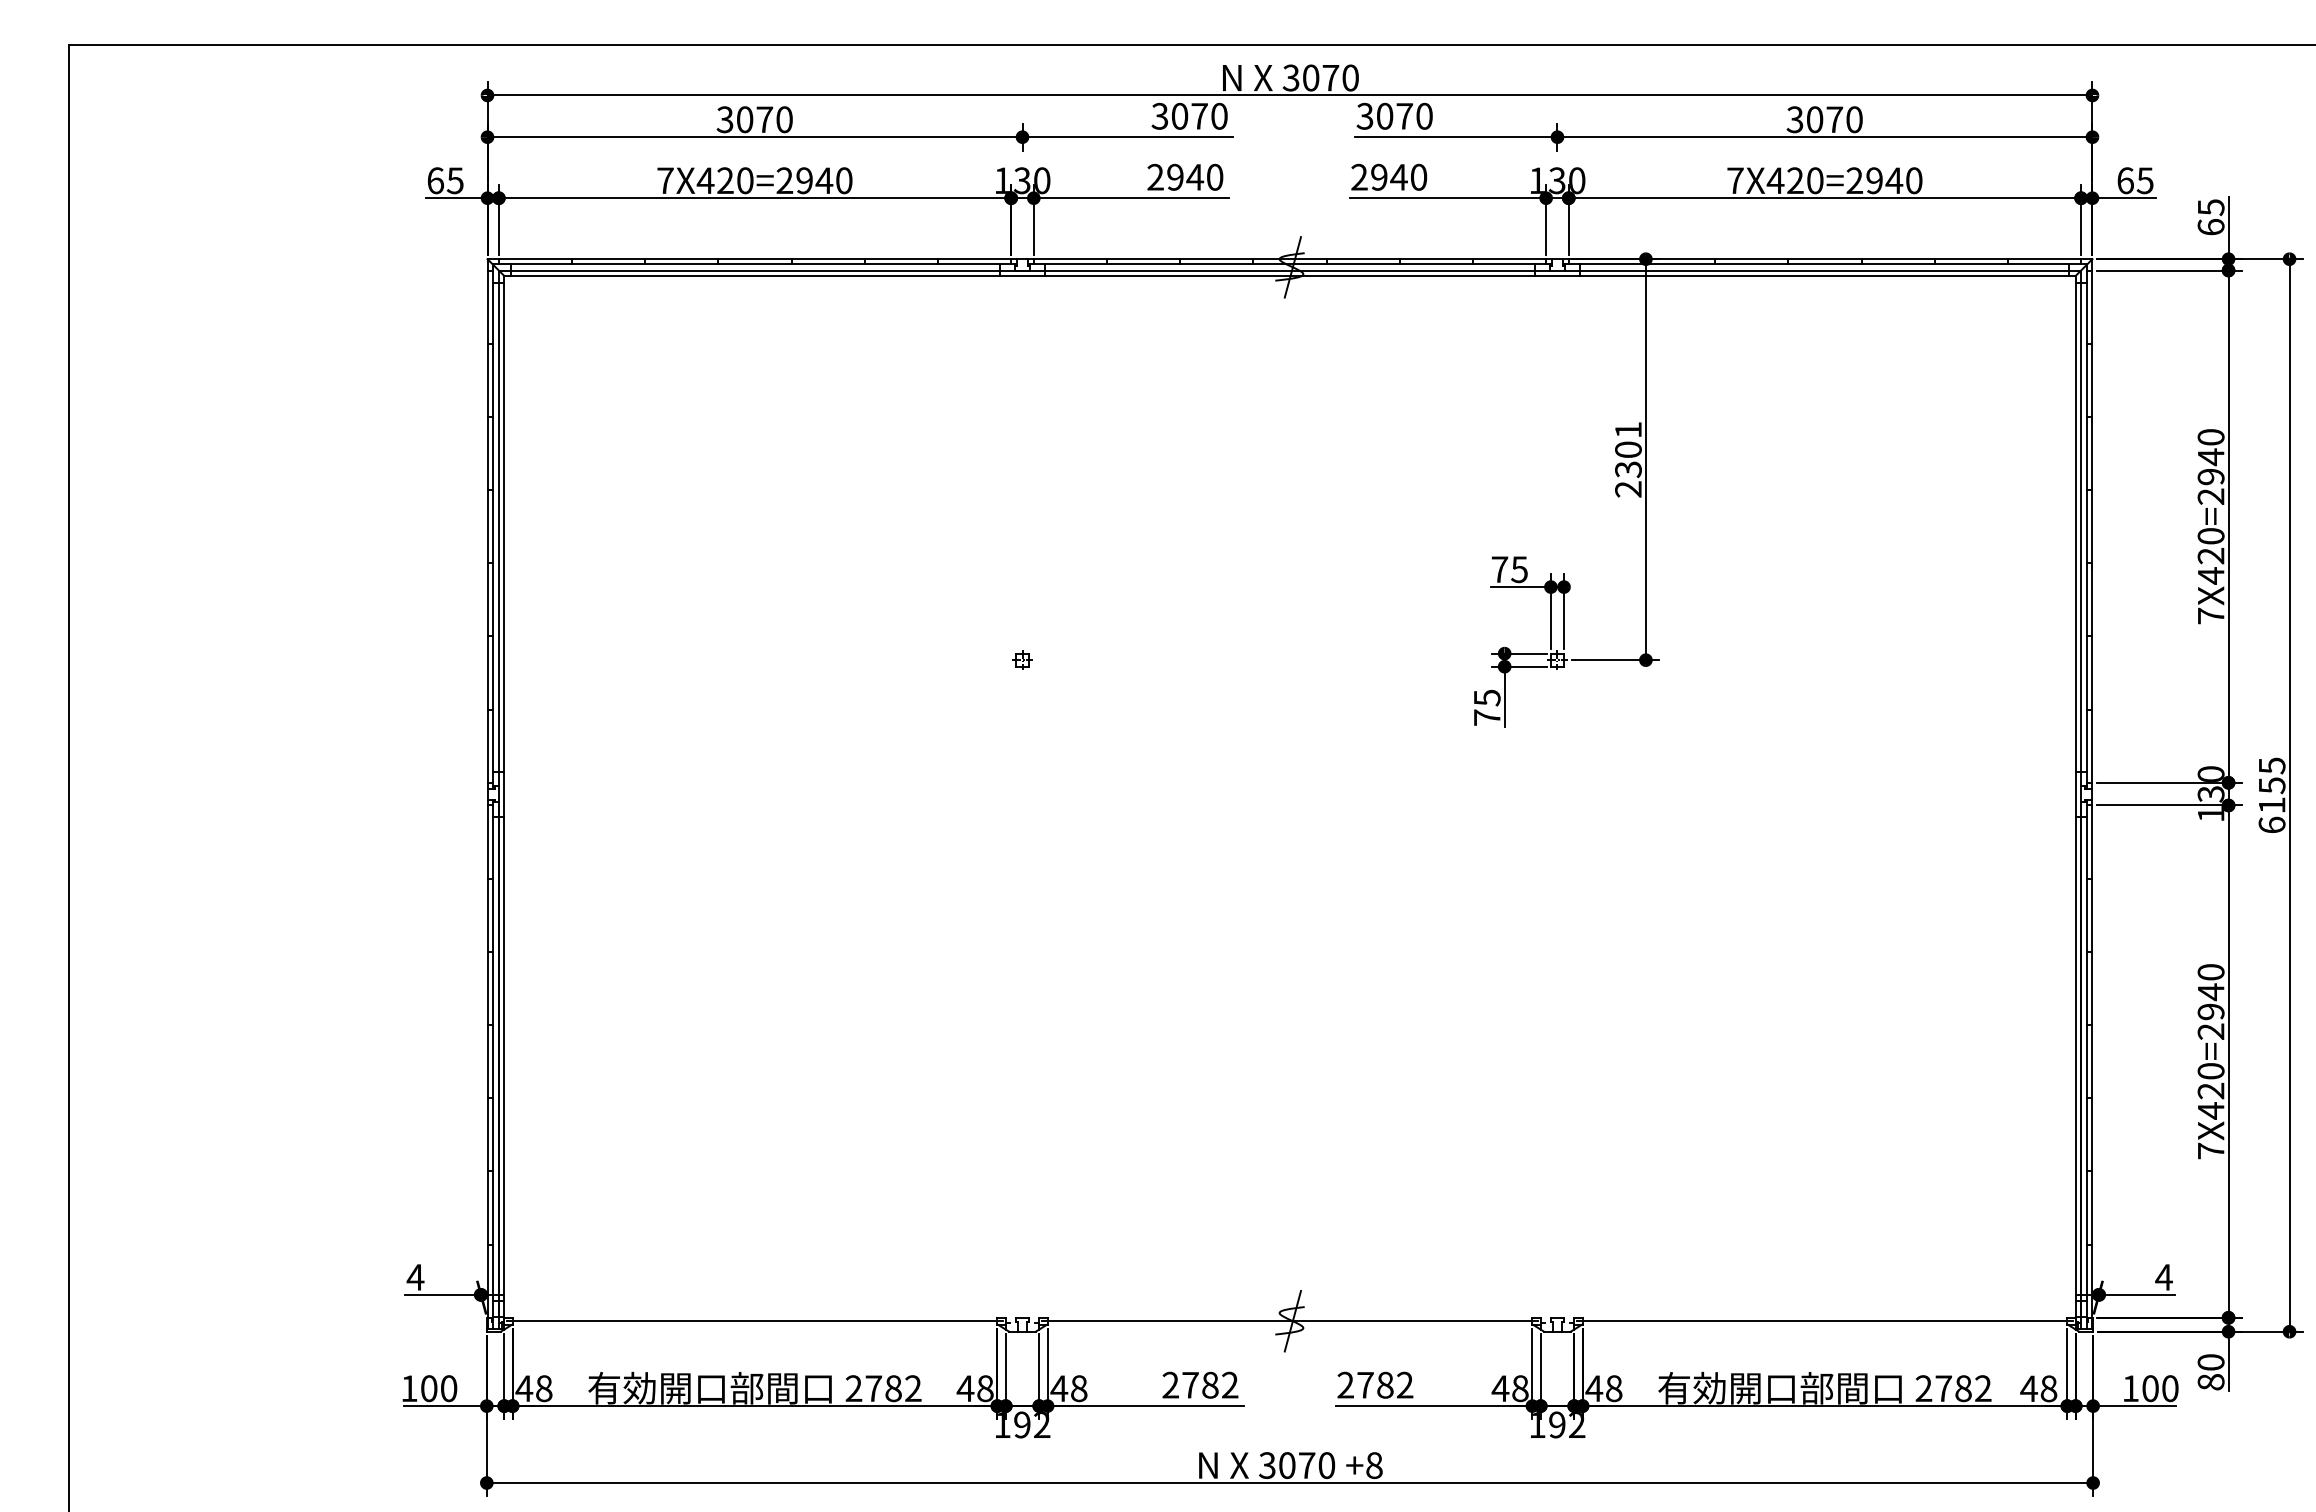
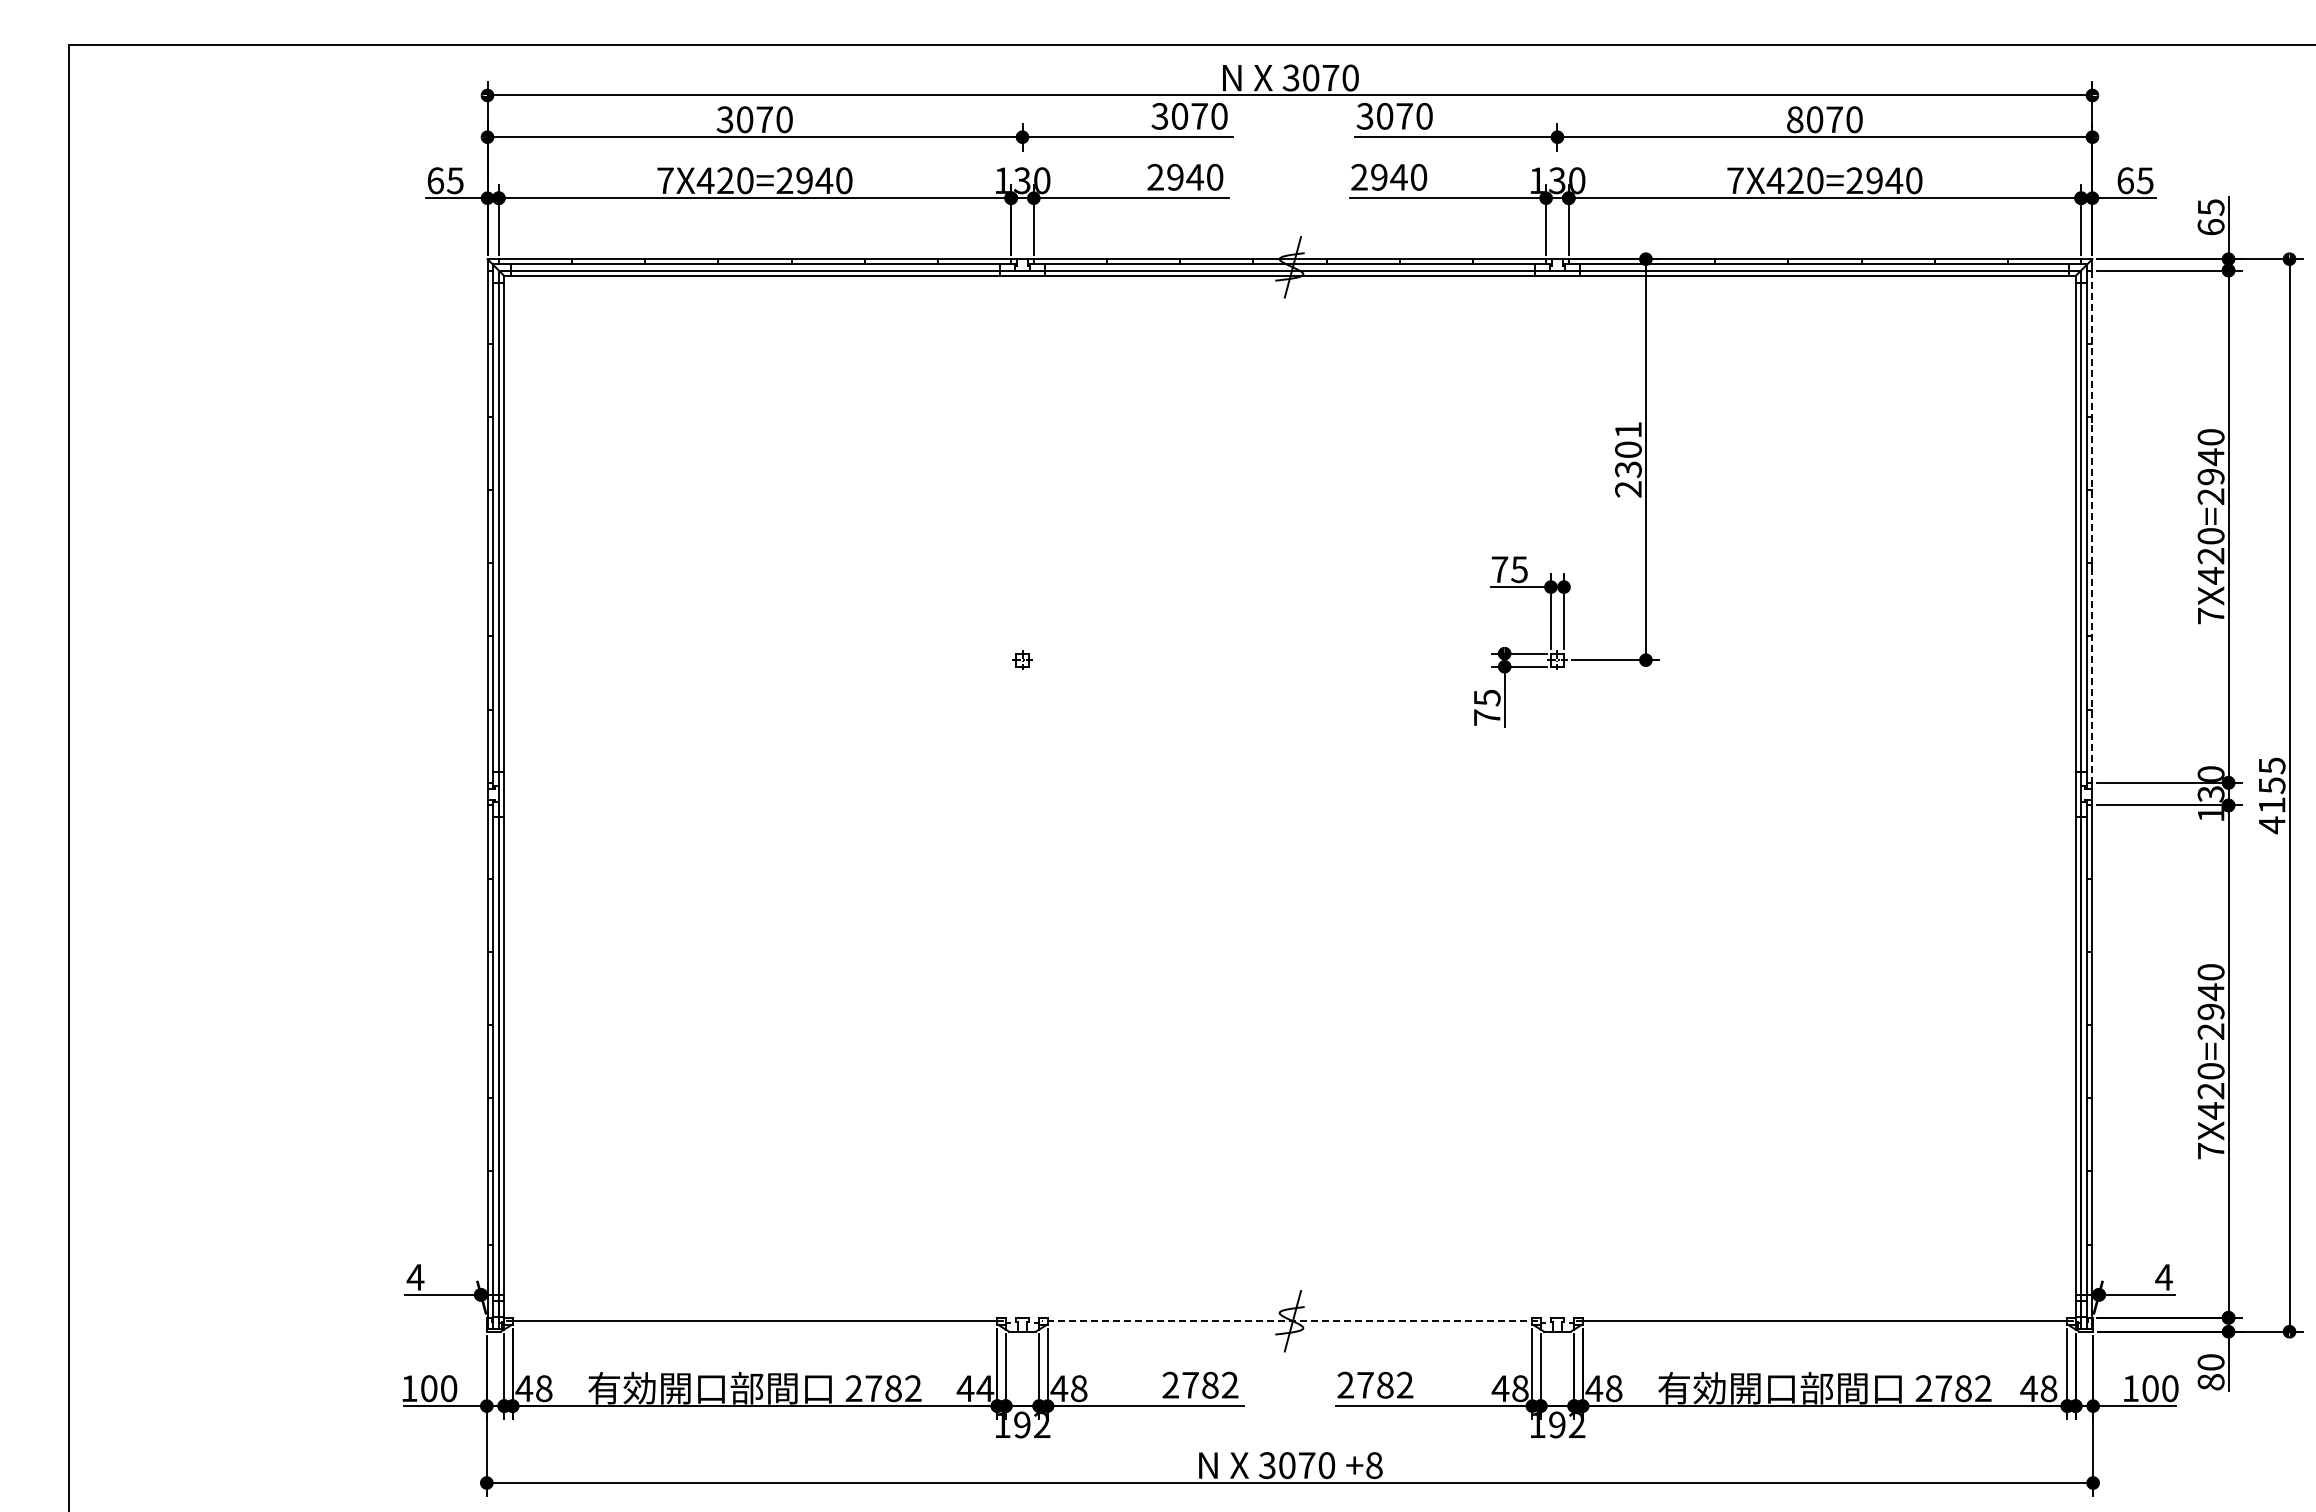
text at (1794, 119): 3070 -> 8070
line at (2092, 527): solid -> dashed
text at (2271, 825): 6155 -> 4155
line at (1289, 1321): solid -> dashed
text at (985, 1388): 48 -> 44
